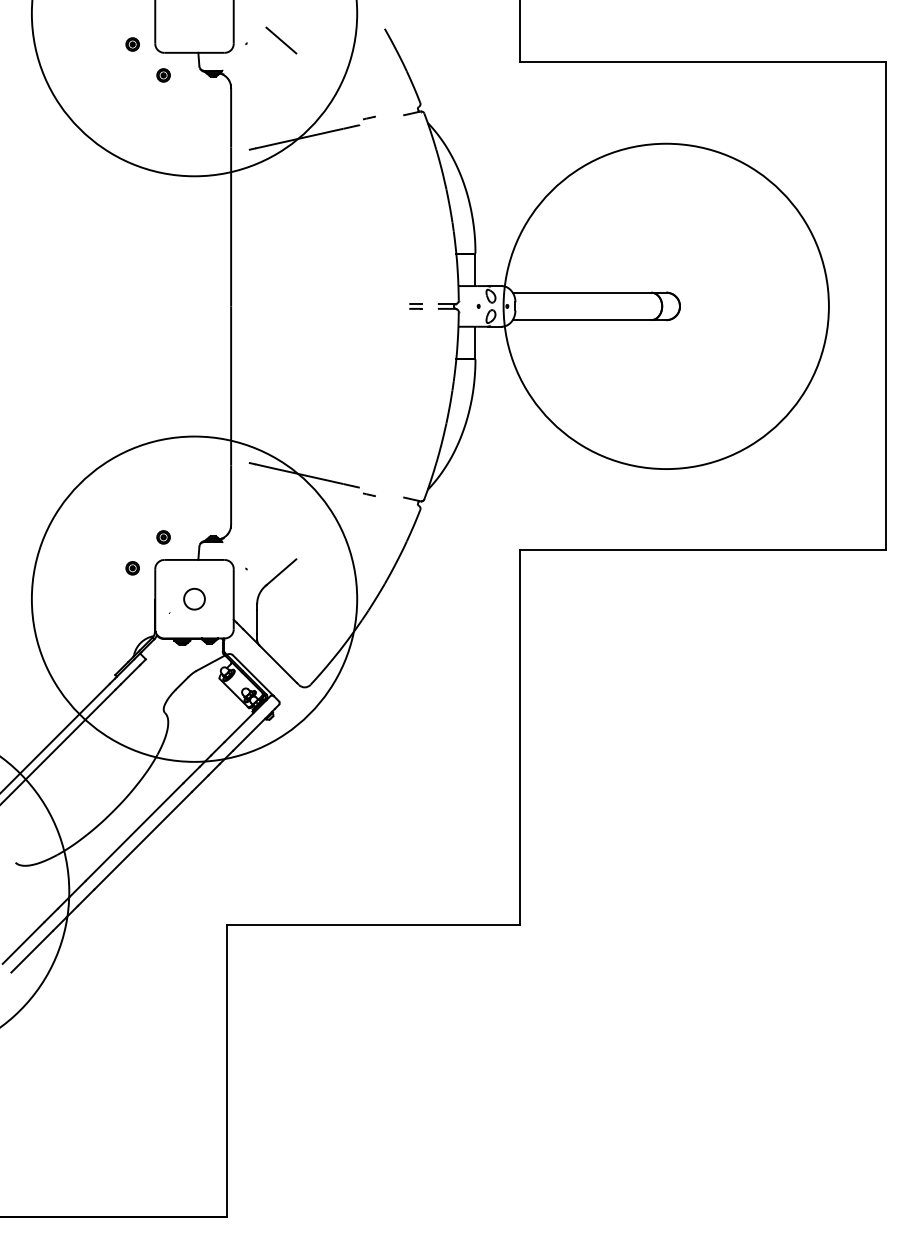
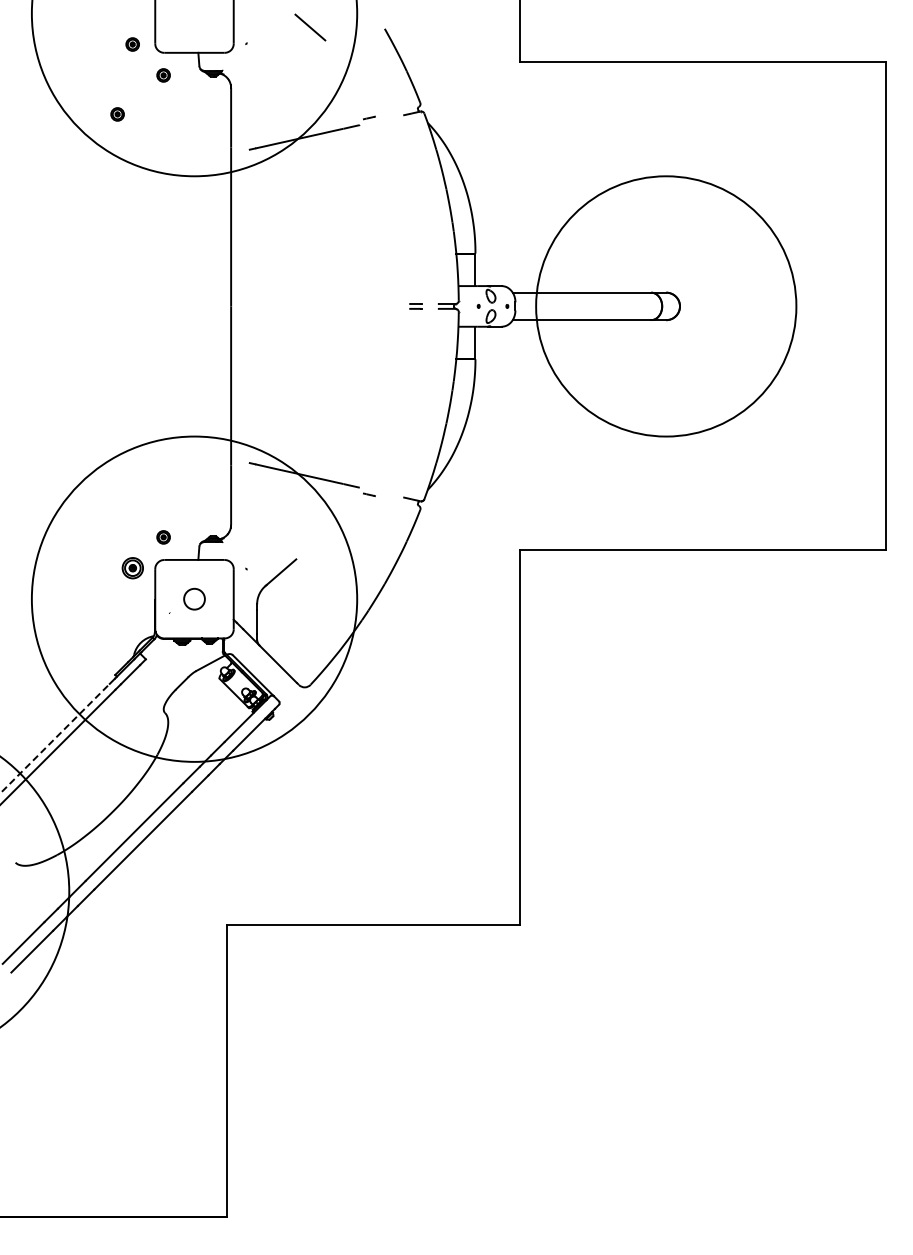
line at (281, 40) position: (281, 40) -> (310, 27)
part at (117, 114): none -> present
circle at (665, 306) diameter: 325 px -> 260 px
part at (132, 568) size: 15x15 px -> 23x23 px
line at (55, 738): solid -> dashed
